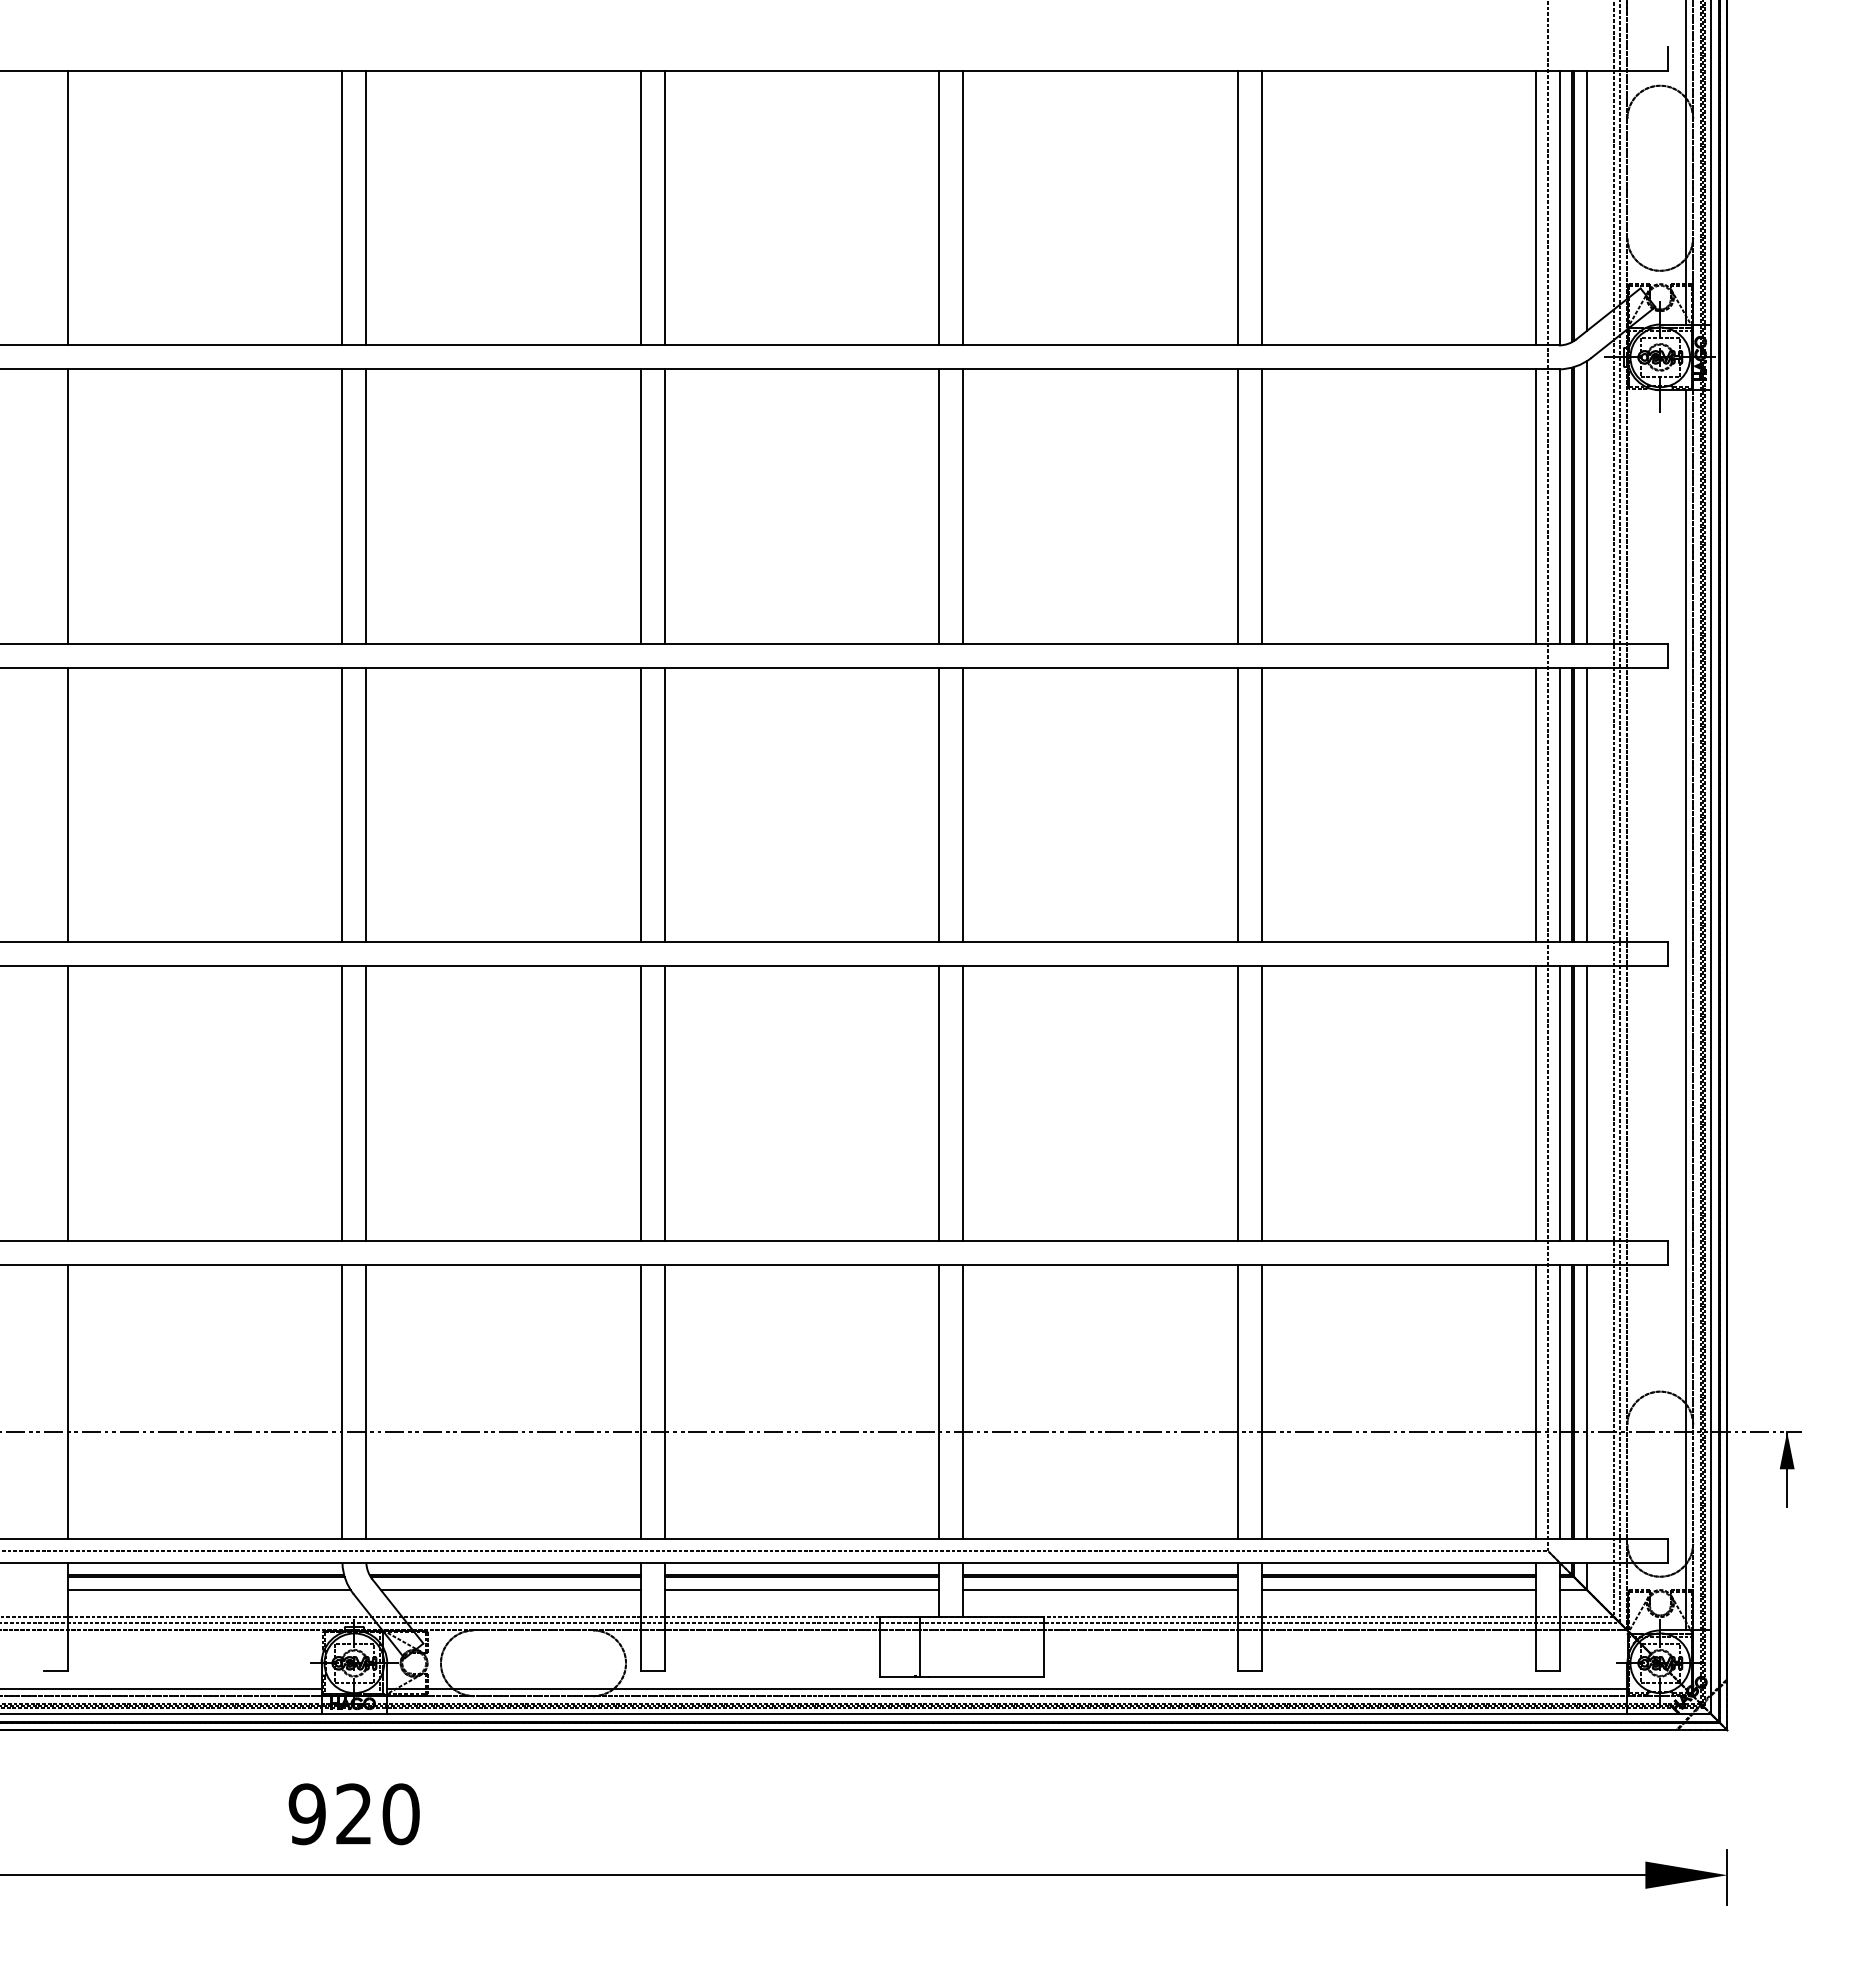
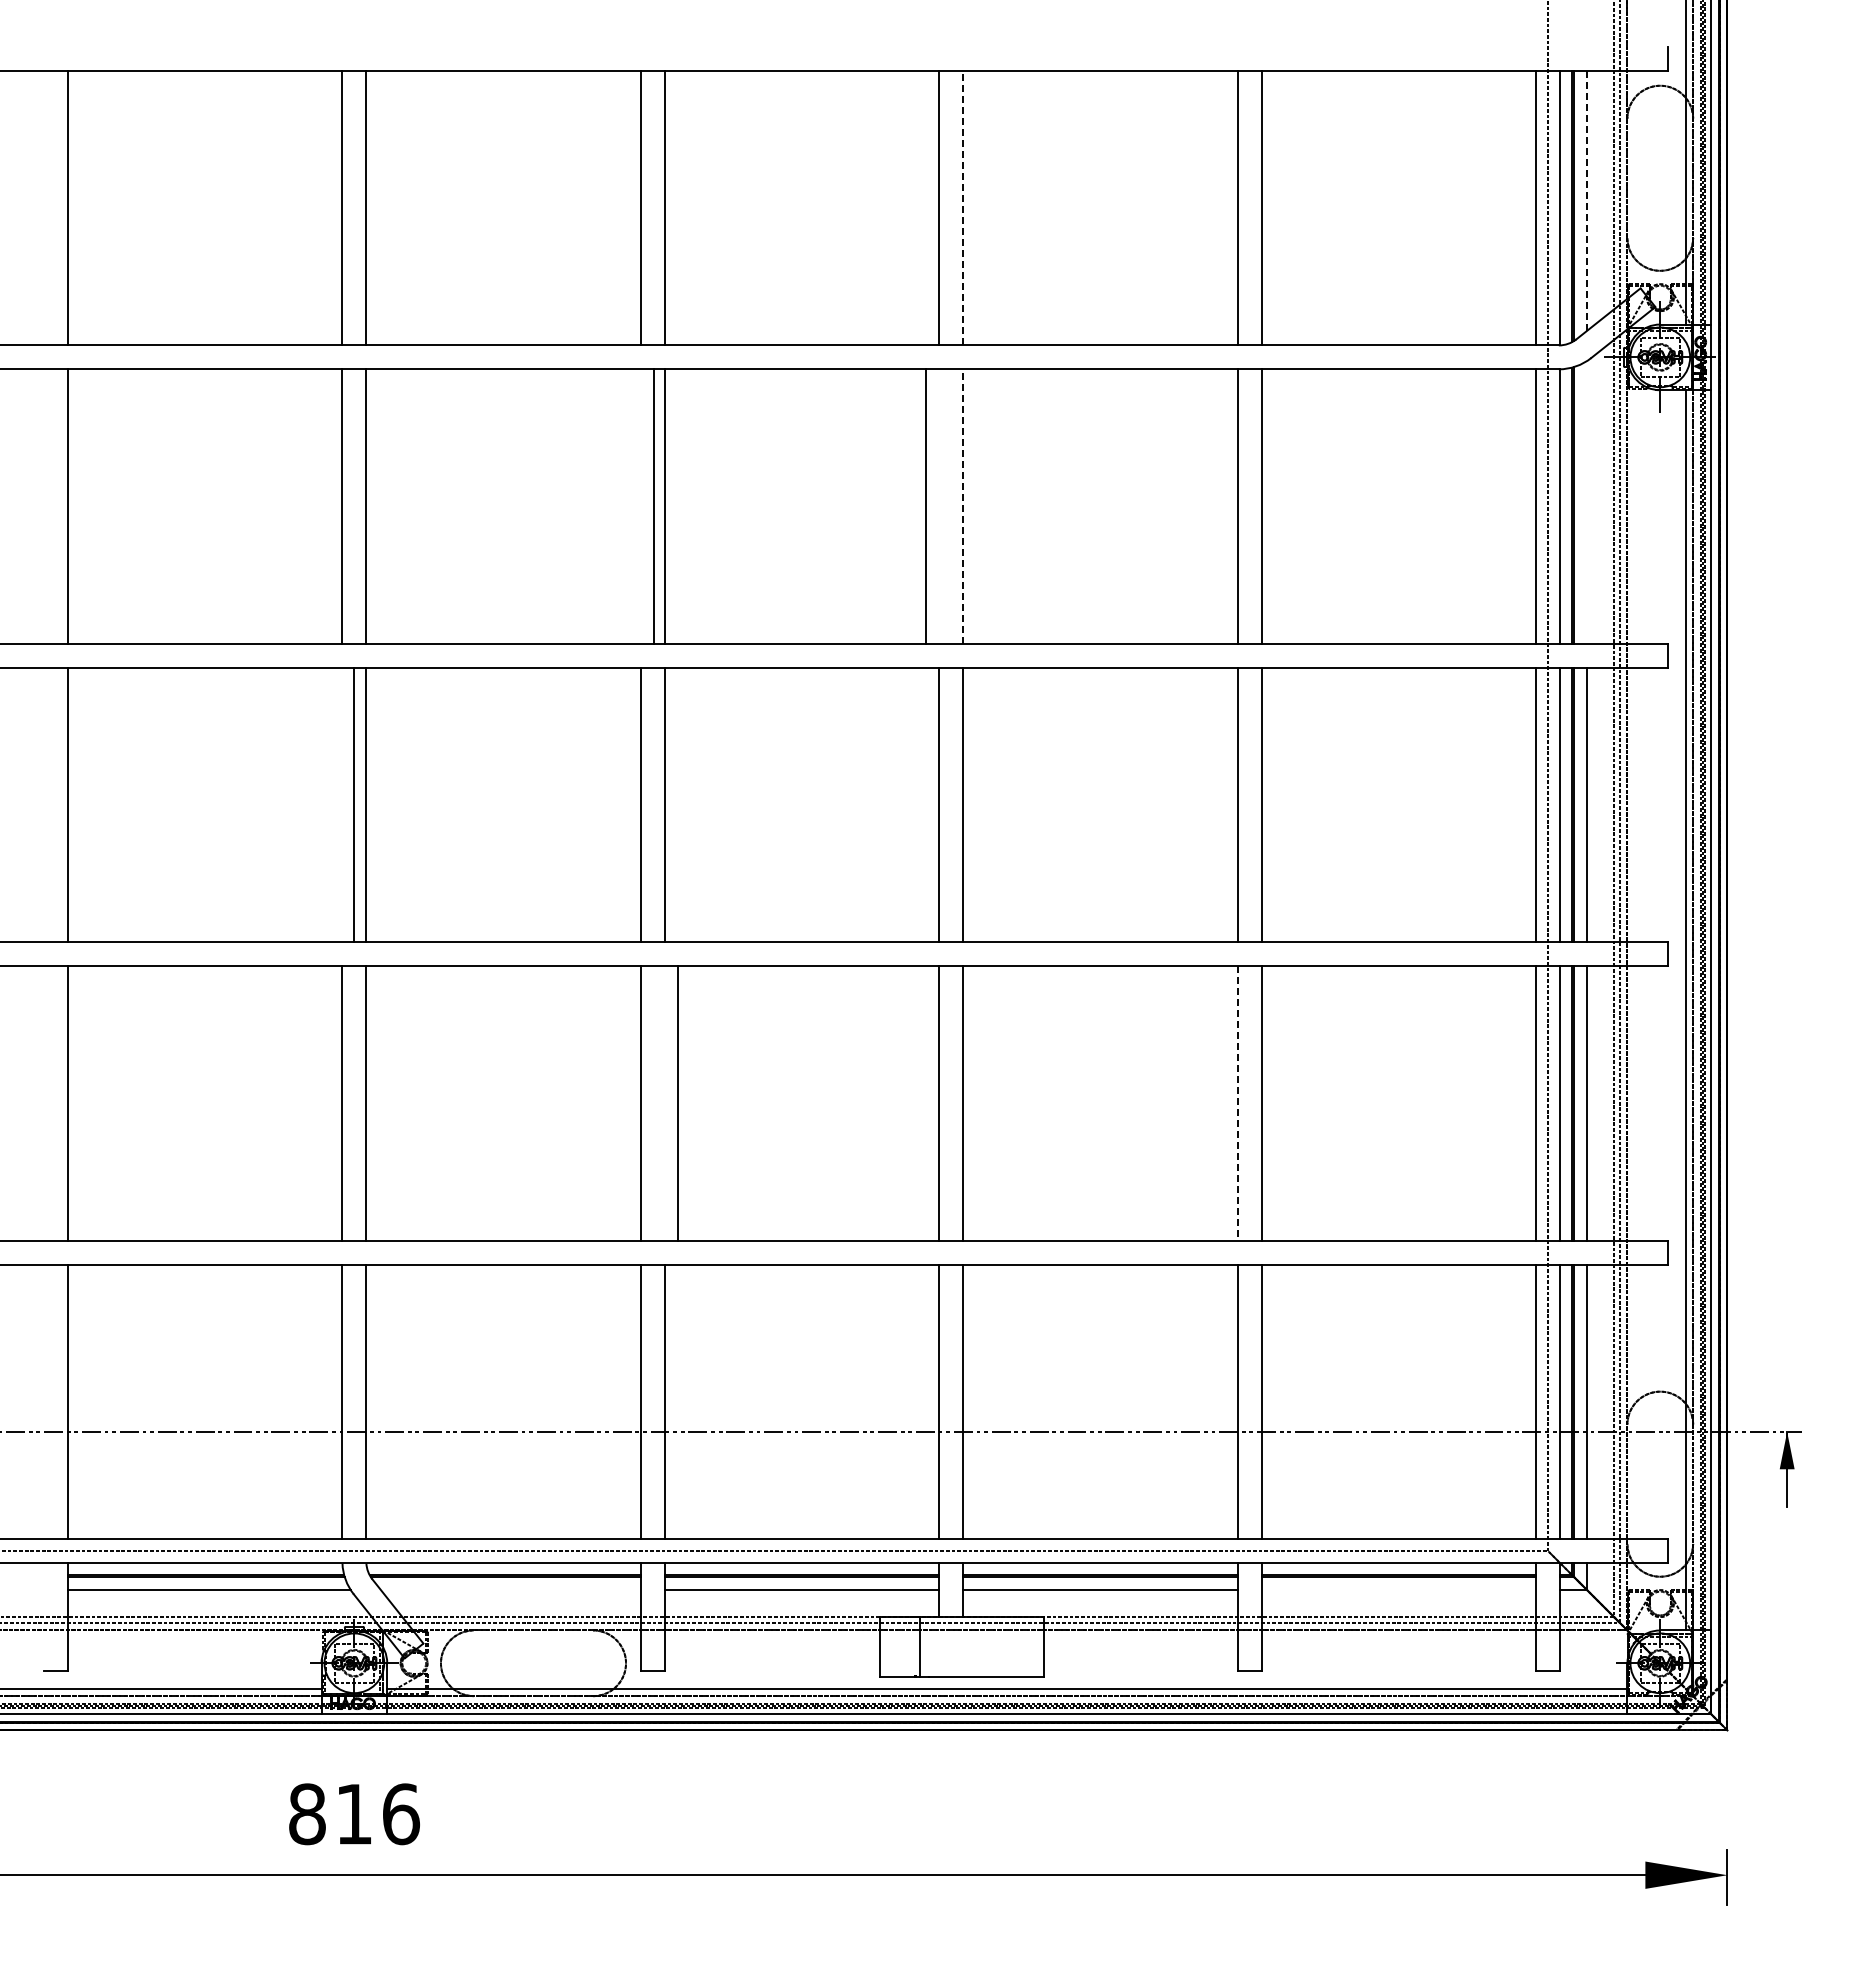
line at (1587, 200): solid -> dashed
line at (963, 207): solid -> dashed
line at (1587, 501): present -> none
line at (640, 506) position: (640, 506) -> (653, 506)
line at (939, 506) position: (939, 506) -> (926, 506)
line at (963, 506): solid -> dashed
line at (342, 804) position: (342, 804) -> (354, 804)
line at (664, 1103) position: (664, 1103) -> (677, 1103)
line at (1237, 1104): solid -> dashed
line at (510, 1590): present -> none
line at (1398, 1590): present -> none
text at (353, 1814): 920 -> 816
